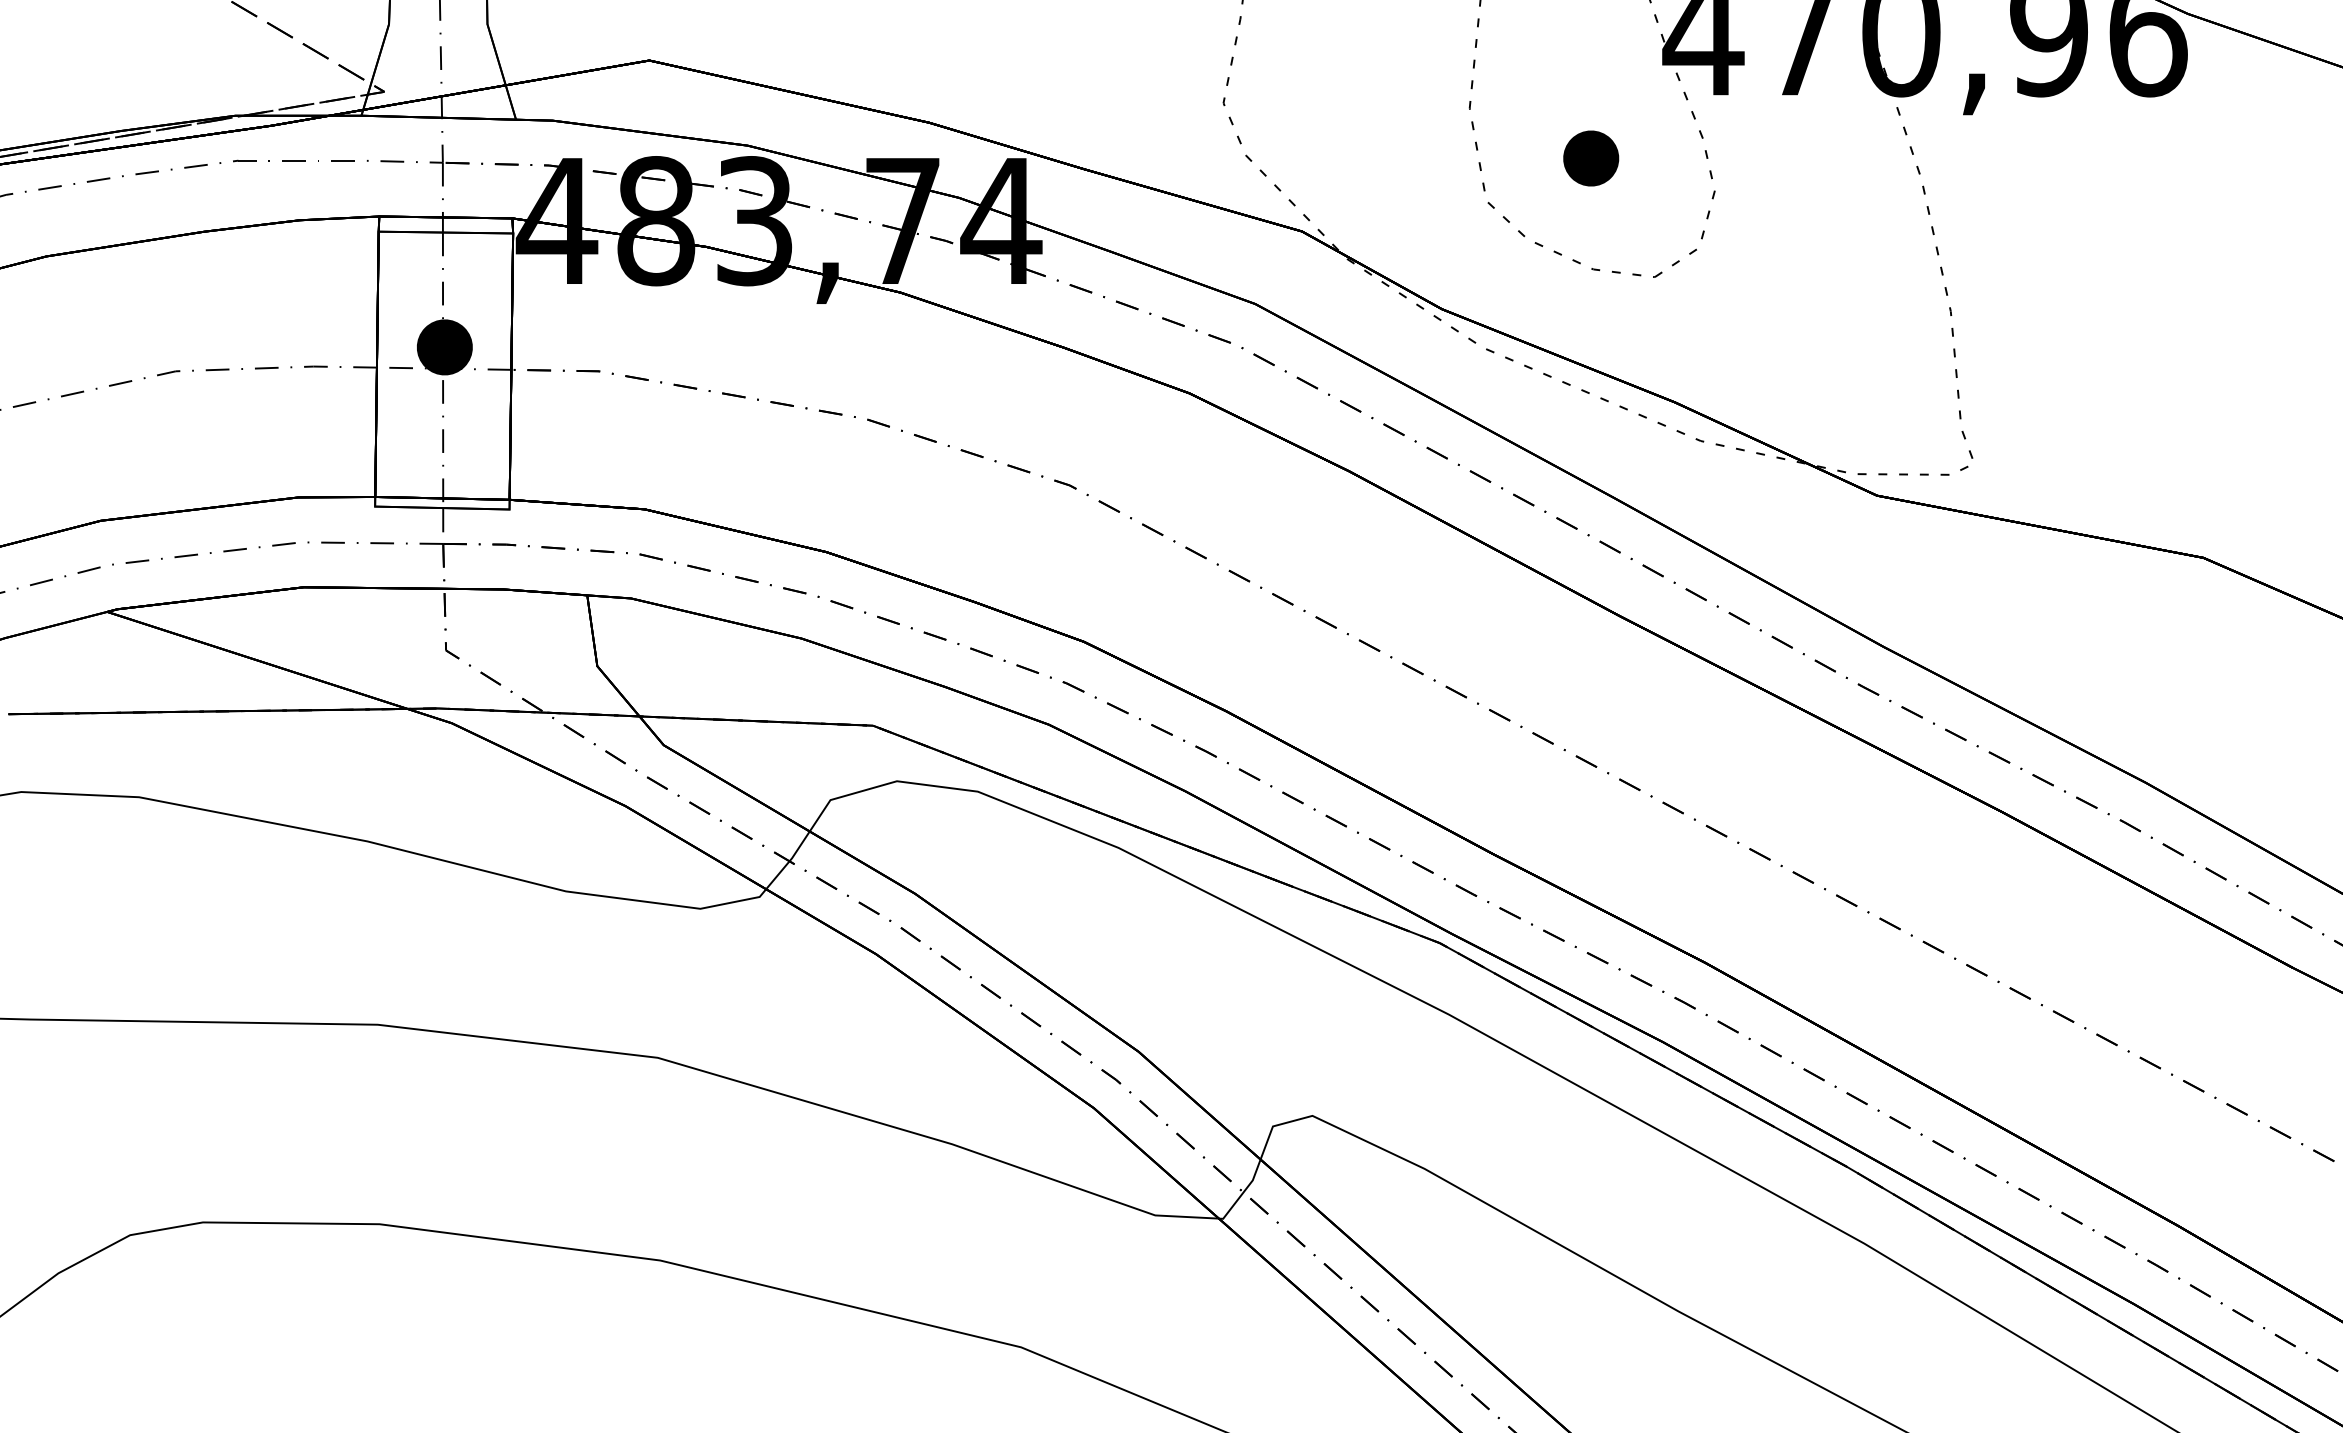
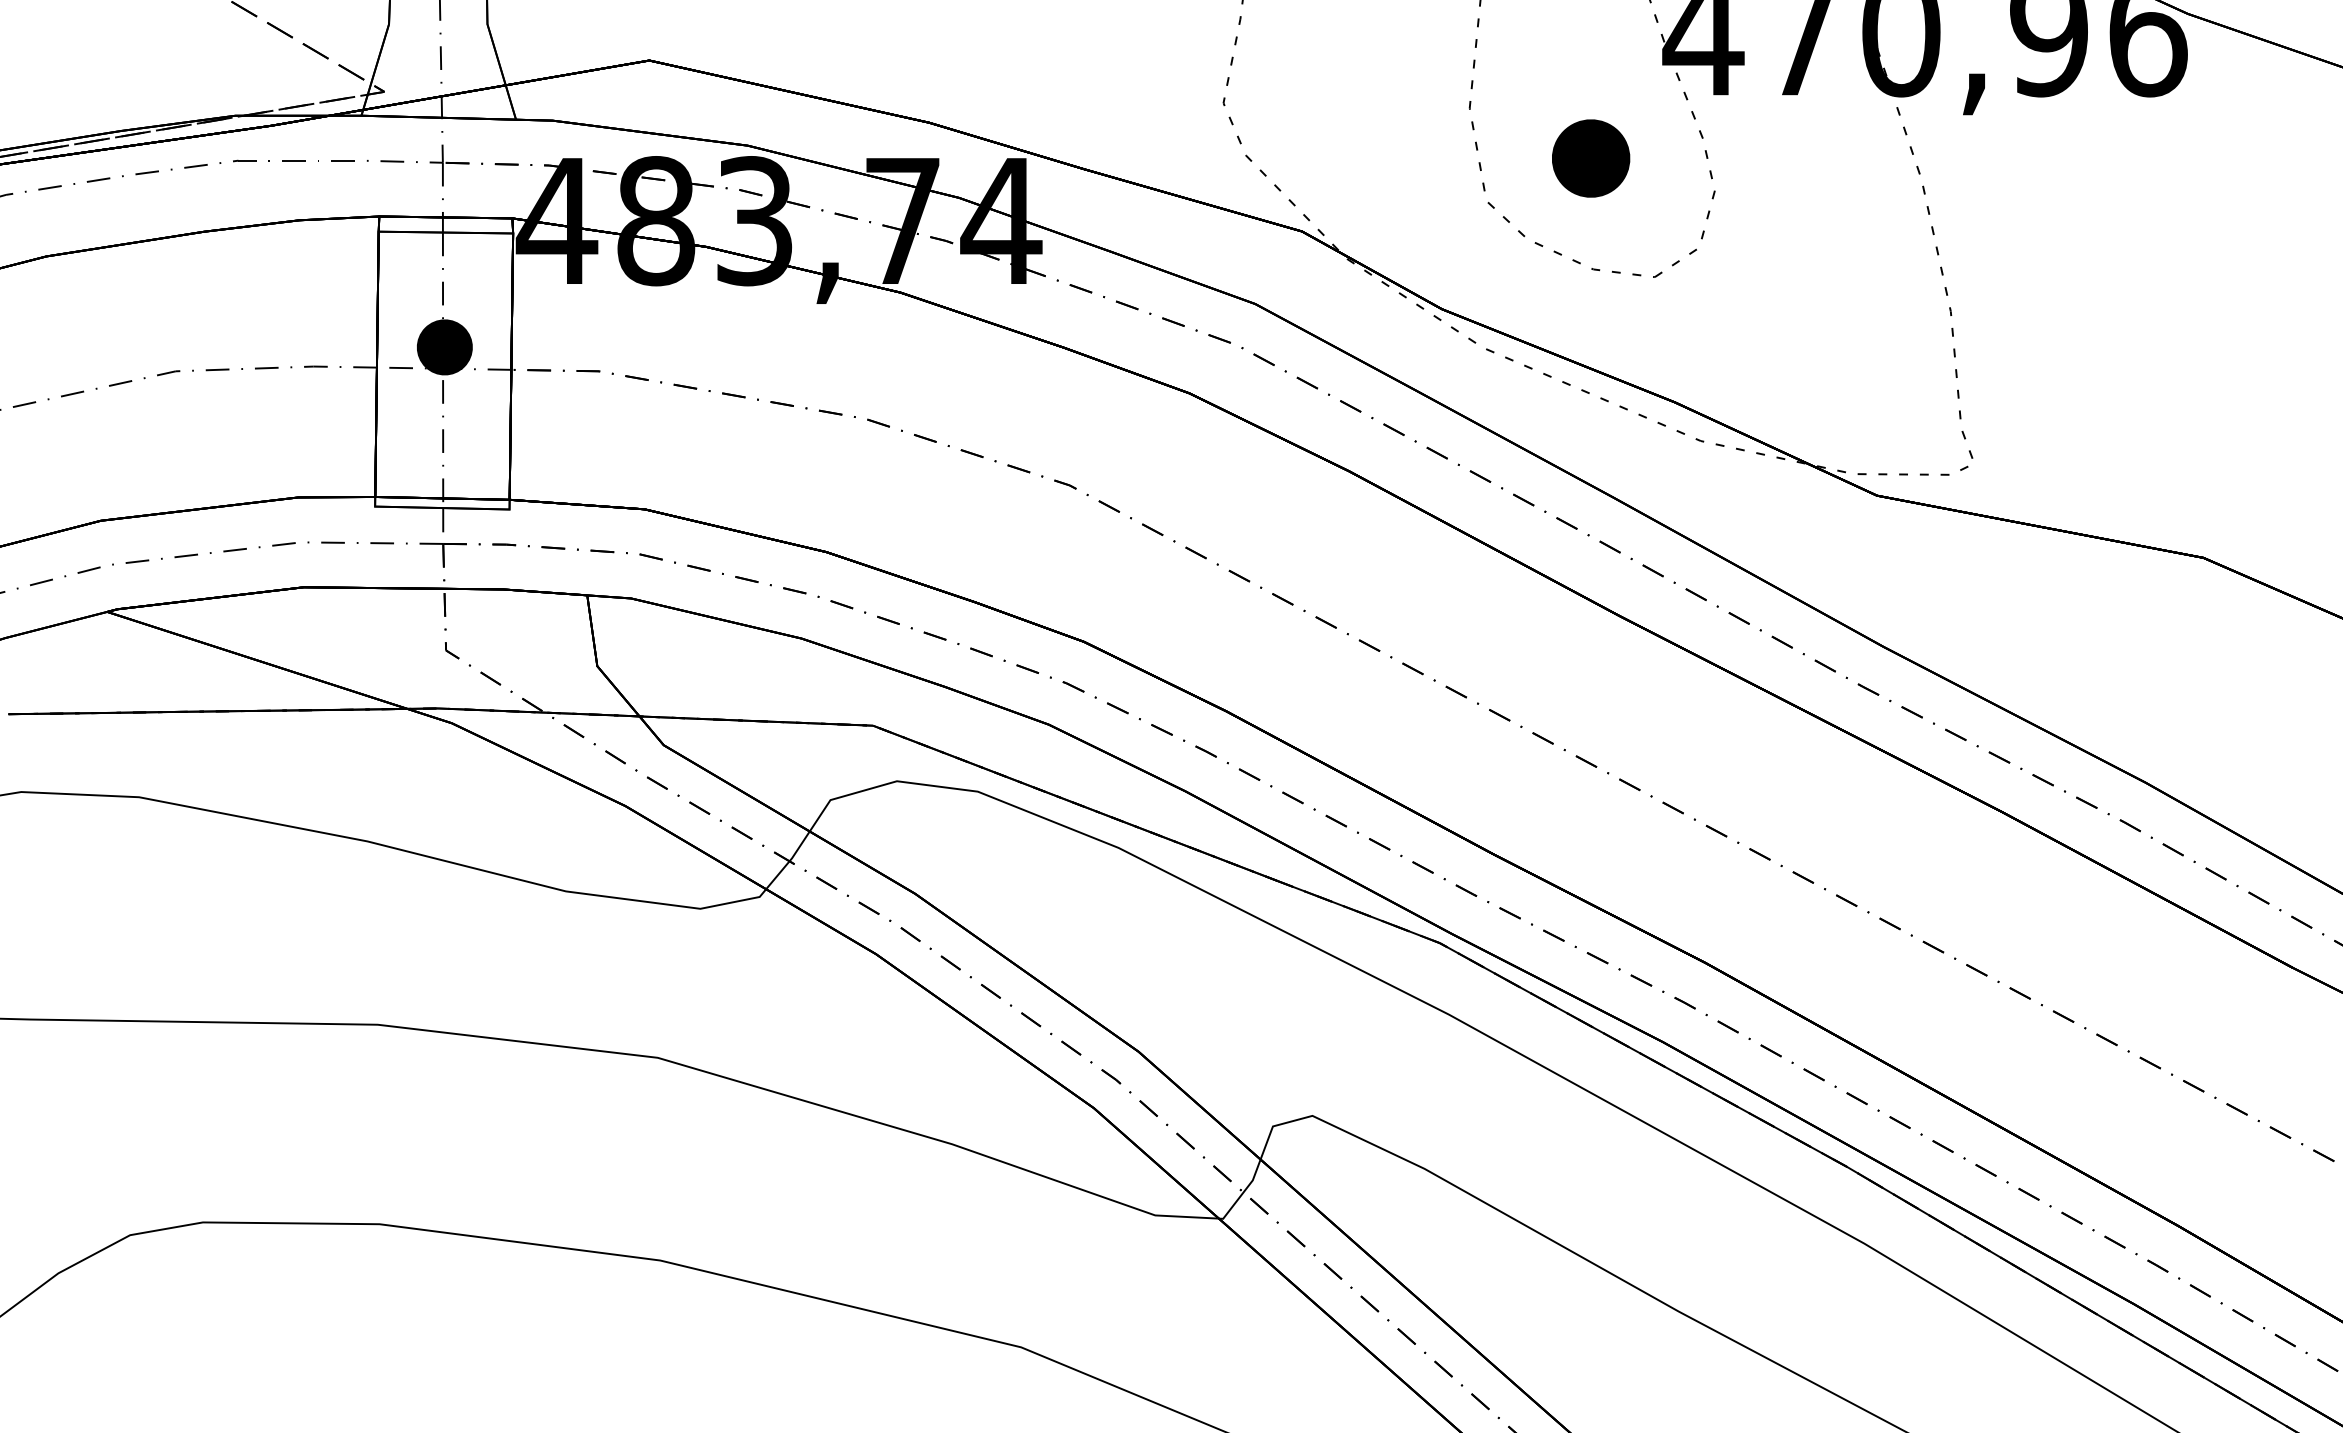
part at (1591, 158) size: 57x57 px -> 79x79 px
